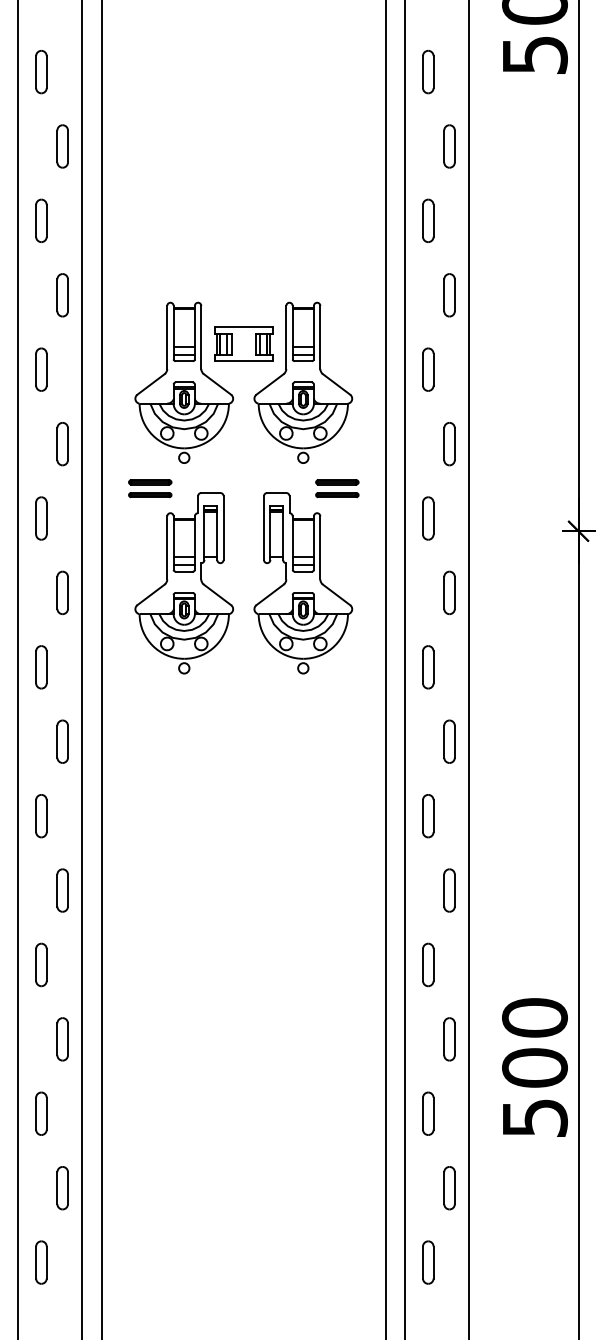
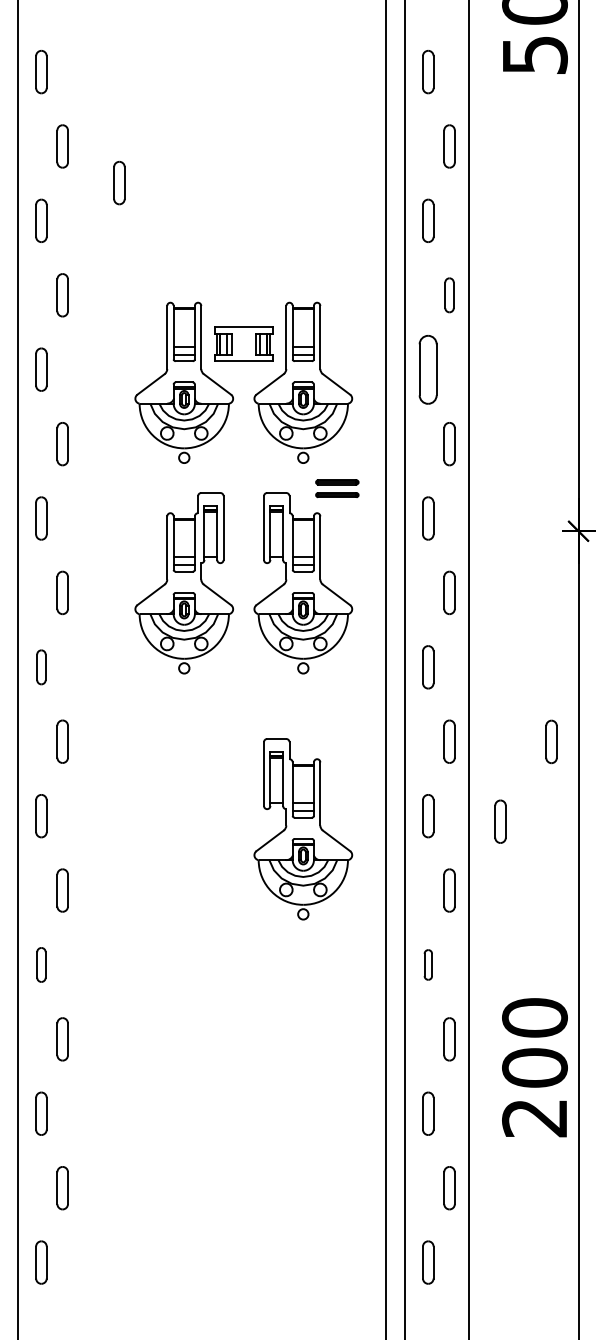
part at (119, 183): none -> present
part at (449, 295) size: 13x45 px -> 11x37 px
part at (428, 369) size: 13x45 px -> 20x70 px
part at (150, 488): present -> none
part at (41, 667) size: 13x45 px -> 11x37 px
line at (82, 669): present -> none
line at (101, 669): present -> none
part at (551, 741): none -> present
part at (500, 821): none -> present
part at (303, 829): none -> present
part at (41, 964) size: 13x46 px -> 11x36 px
part at (428, 964) size: 13x46 px -> 10x32 px
text at (534, 1118): 500 -> 200
